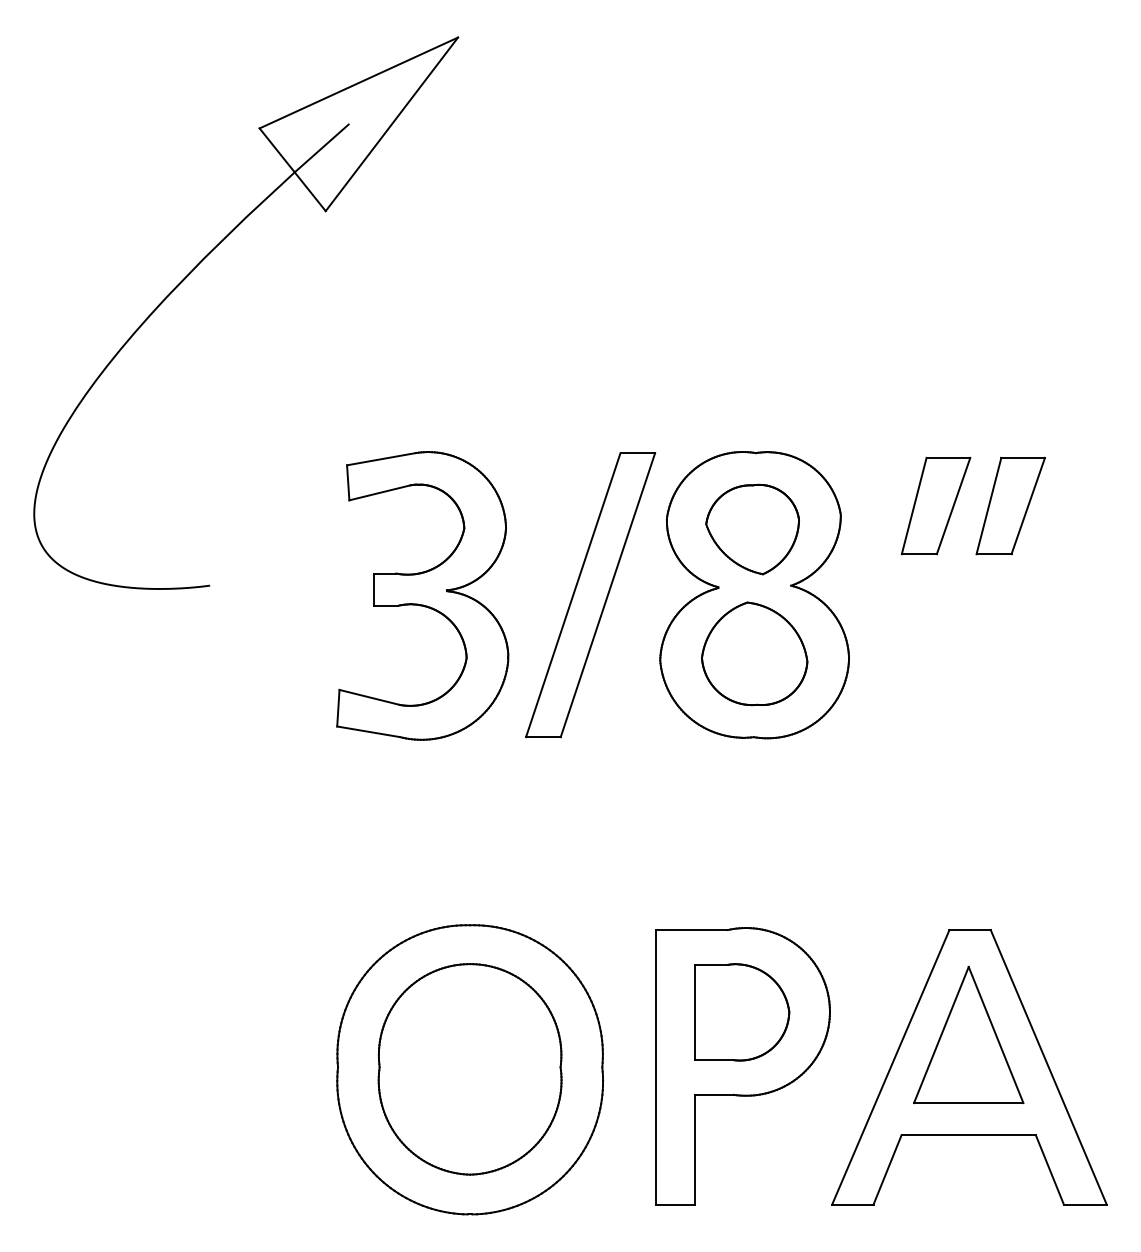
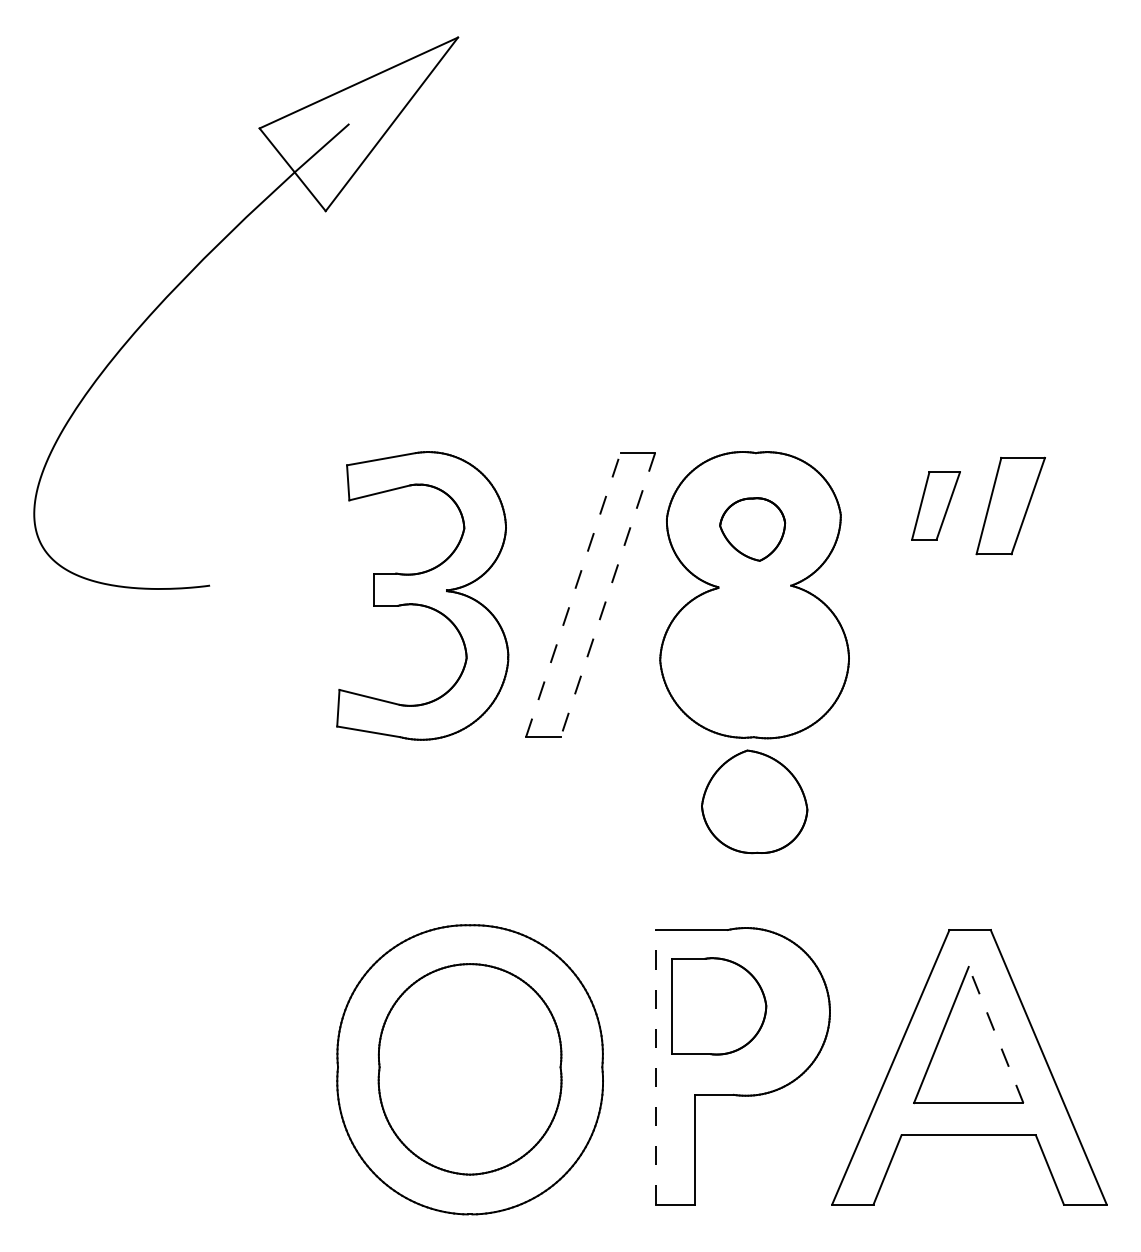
part at (935, 505) size: 72x100 px -> 50x70 px
part at (752, 529) size: 95x93 px -> 68x65 px
line at (573, 595): solid -> dashed
line at (607, 595): solid -> dashed
part at (754, 653) position: (754, 653) -> (754, 801)
part at (742, 1012) position: (742, 1012) -> (719, 1006)
line at (995, 1034): solid -> dashed
line at (655, 1066): solid -> dashed
